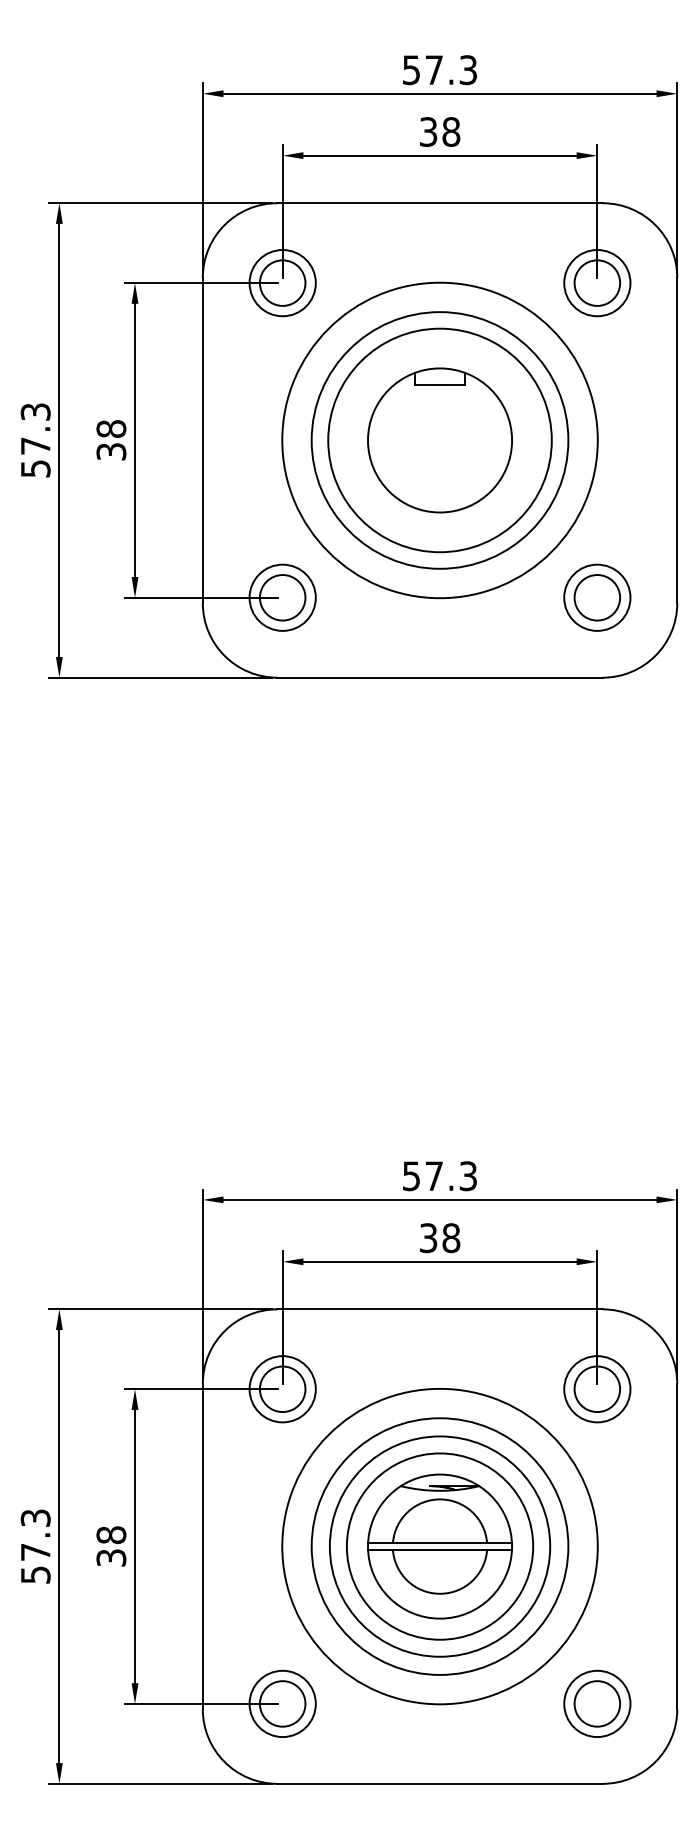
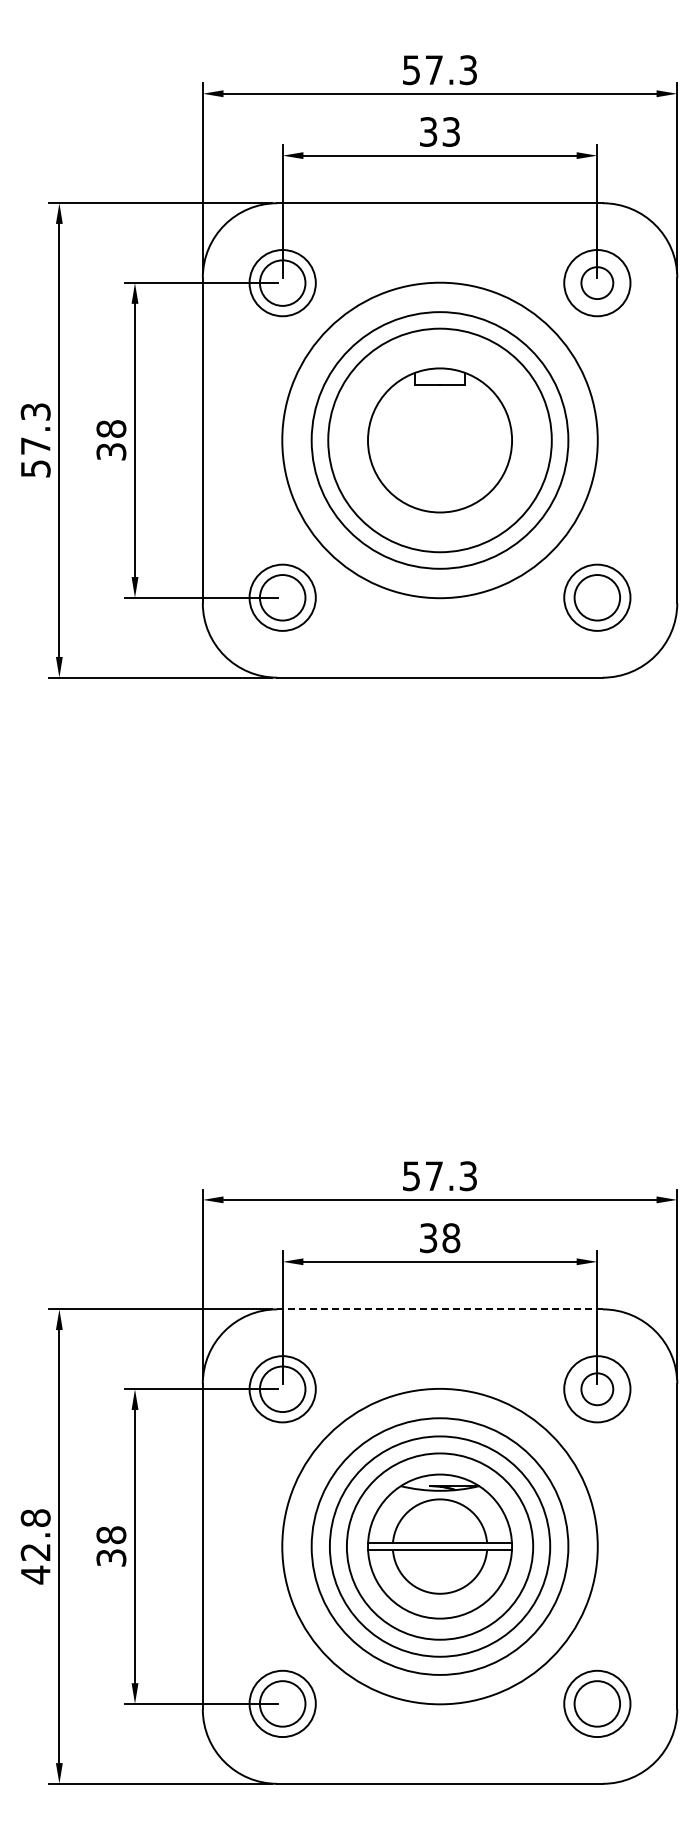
text at (451, 131): 38 -> 33
circle at (597, 282) diameter: 46 px -> 32 px
line at (440, 1309): solid -> dashed
circle at (597, 1389) diameter: 46 px -> 32 px
text at (35, 1546): 57.3 -> 42.8
